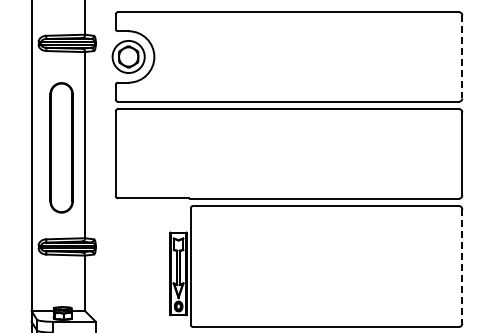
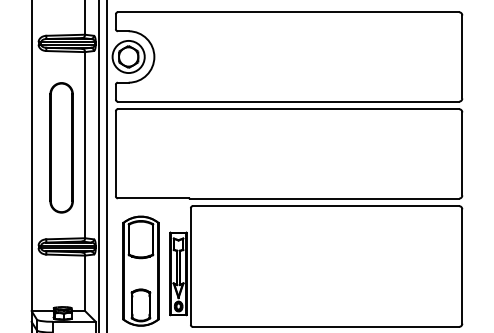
line at (462, 56): dashed -> solid
line at (98, 165): none -> present
line at (107, 165): none -> present
line at (462, 267): dashed -> solid
part at (140, 270): none -> present
